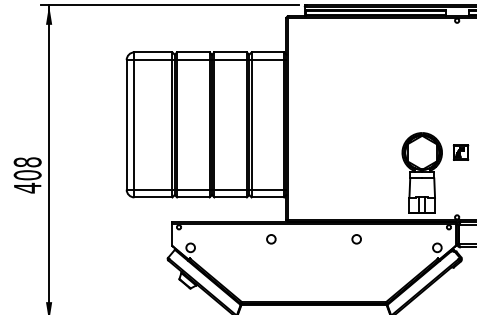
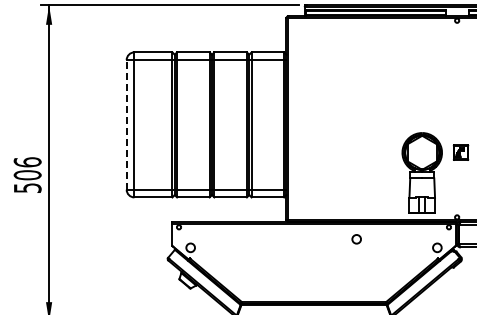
line at (126, 124): solid -> dashed
text at (27, 175): 408 -> 506
circle at (271, 239): present -> none
